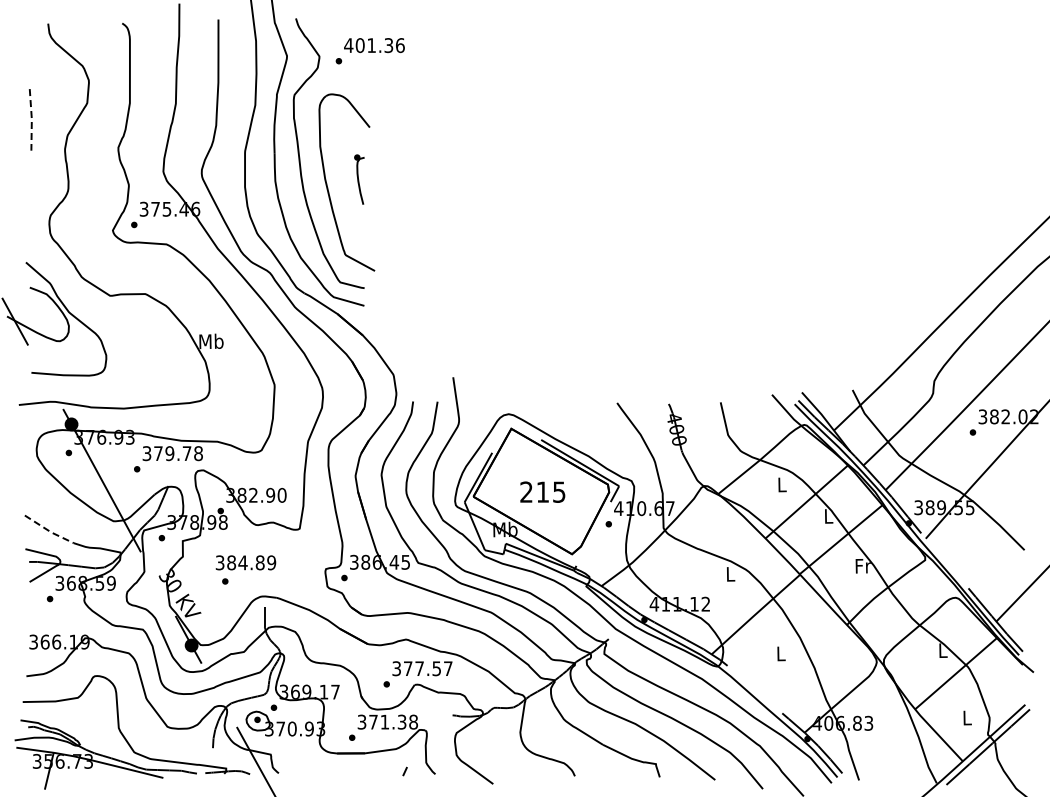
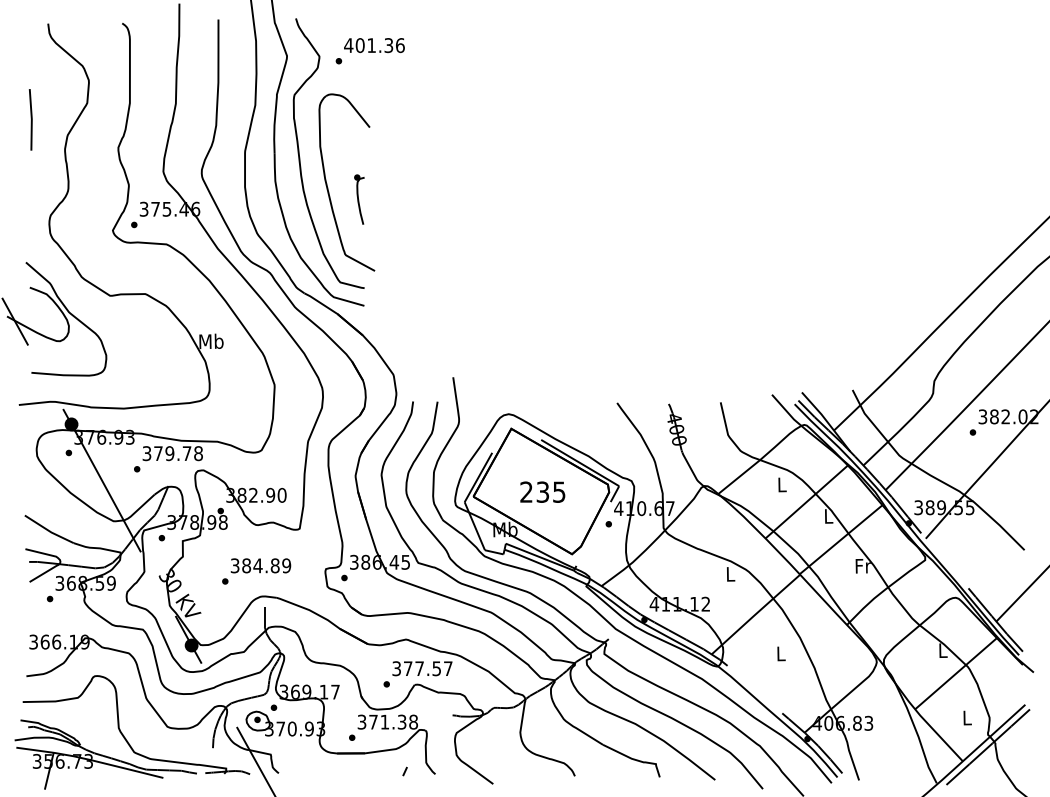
line at (31, 119): dashed -> solid
part at (359, 179) position: (359, 179) -> (359, 199)
text at (542, 491): 215 -> 235
line at (49, 530): dashed -> solid
text at (245, 562) position: (245, 562) -> (260, 565)
